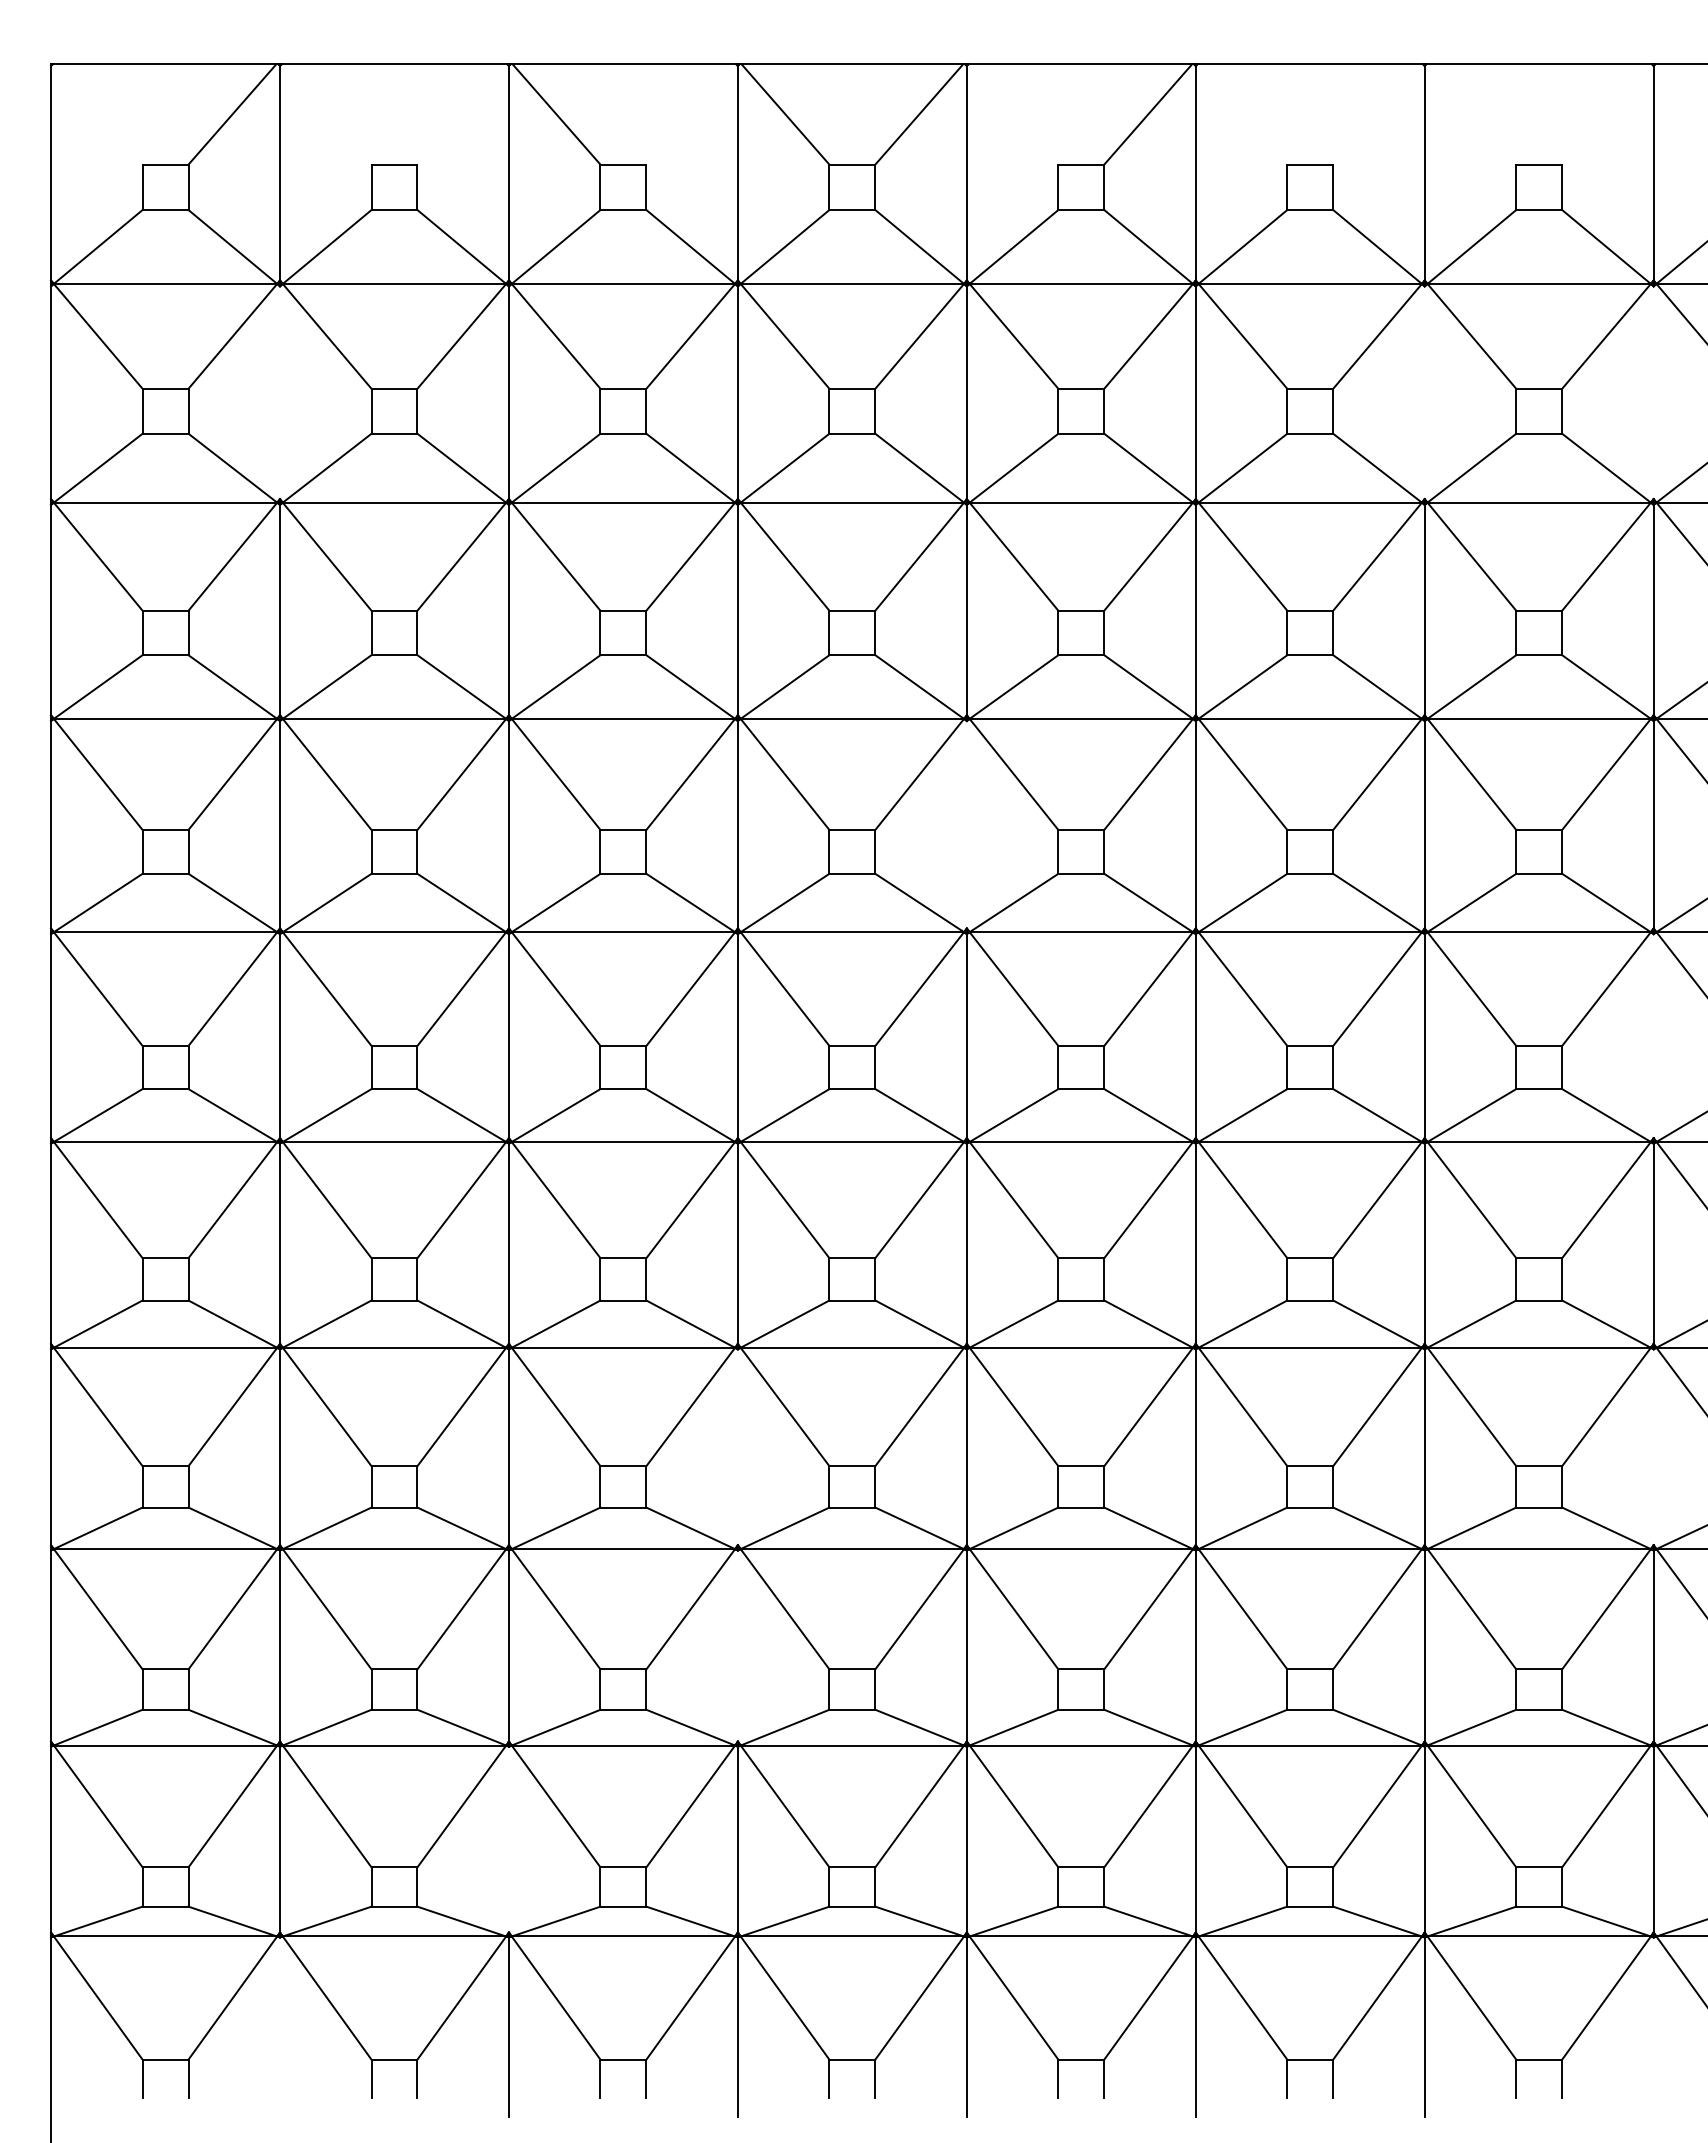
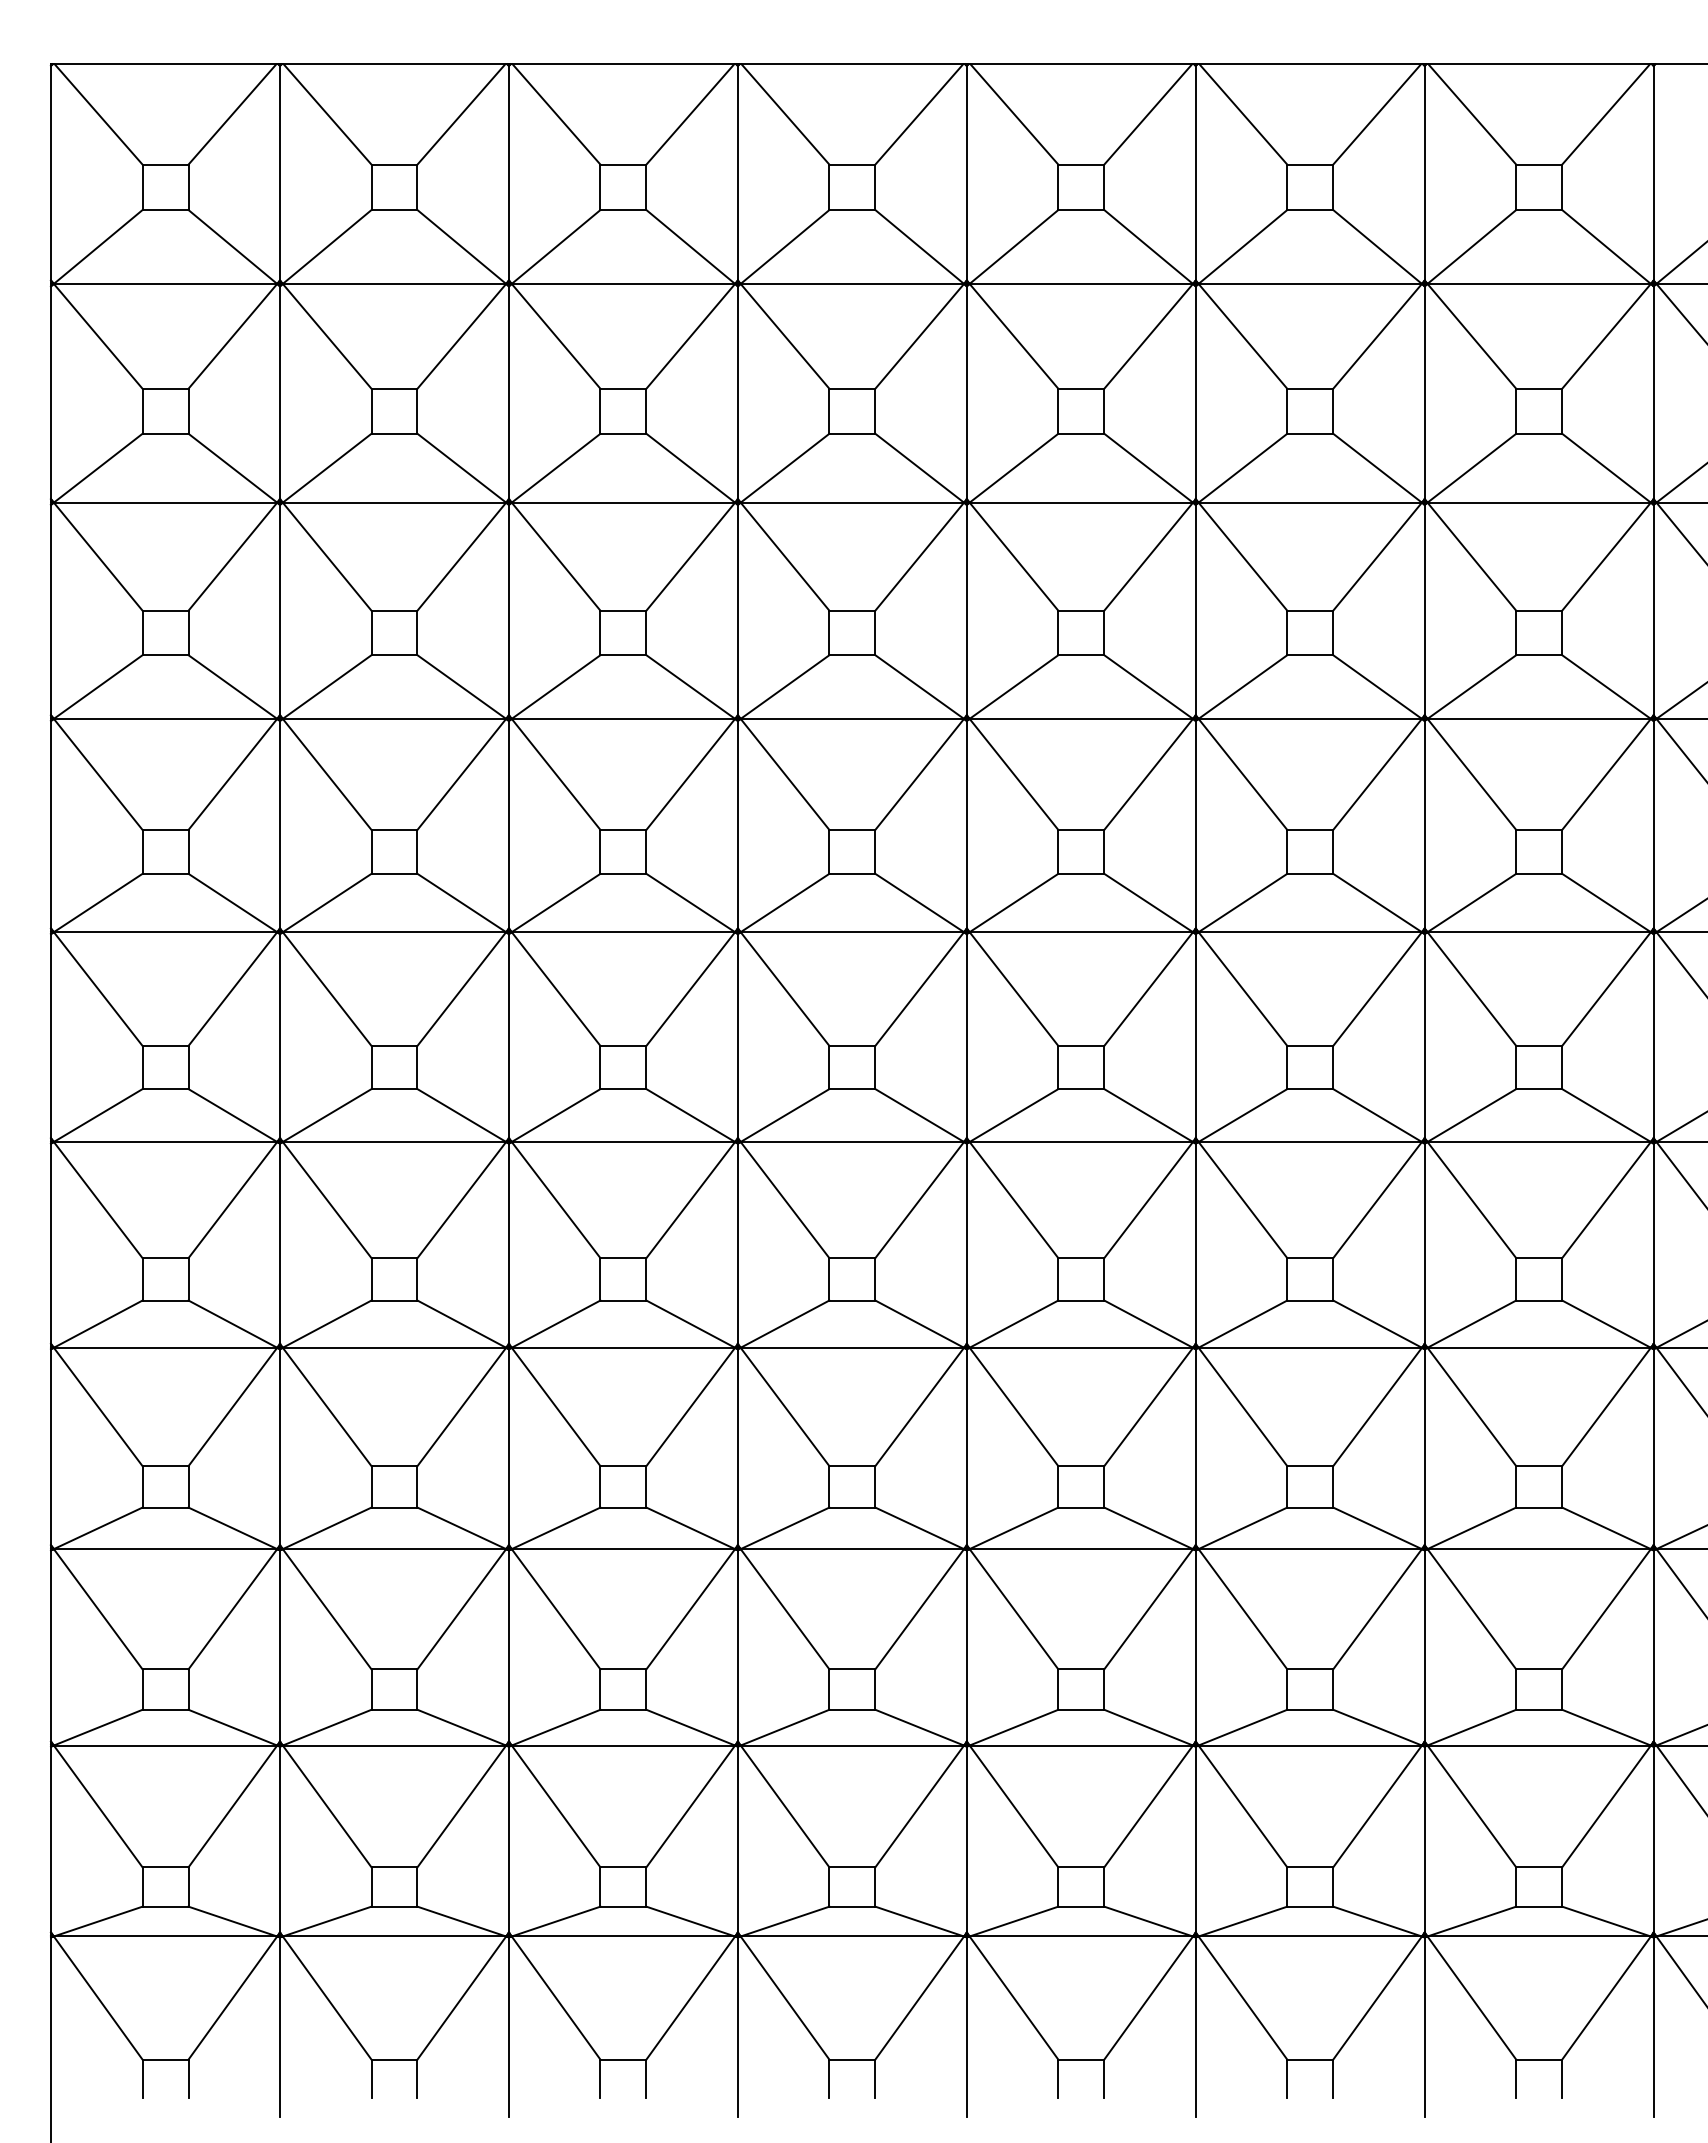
line at (98, 114): none -> present
line at (327, 114): none -> present
line at (461, 114): none -> present
line at (690, 114): none -> present
line at (1014, 114): none -> present
line at (1243, 114): none -> present
line at (1377, 114): none -> present
line at (1472, 114): none -> present
line at (1606, 114): none -> present
line at (280, 392): none -> present
line at (1424, 392): none -> present
line at (1653, 392): none -> present
line at (966, 824): none -> present
line at (1653, 1036): none -> present
line at (737, 1447): none -> present
line at (1653, 1447): none -> present
line at (737, 1645): none -> present
line at (508, 1839): none -> present
line at (280, 2027): none -> present
line at (1653, 2027): none -> present
